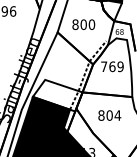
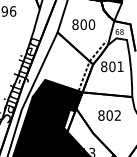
text at (112, 66): 769 -> 801
fill at (57, 95): none -> present
text at (117, 115): 804 -> 802
